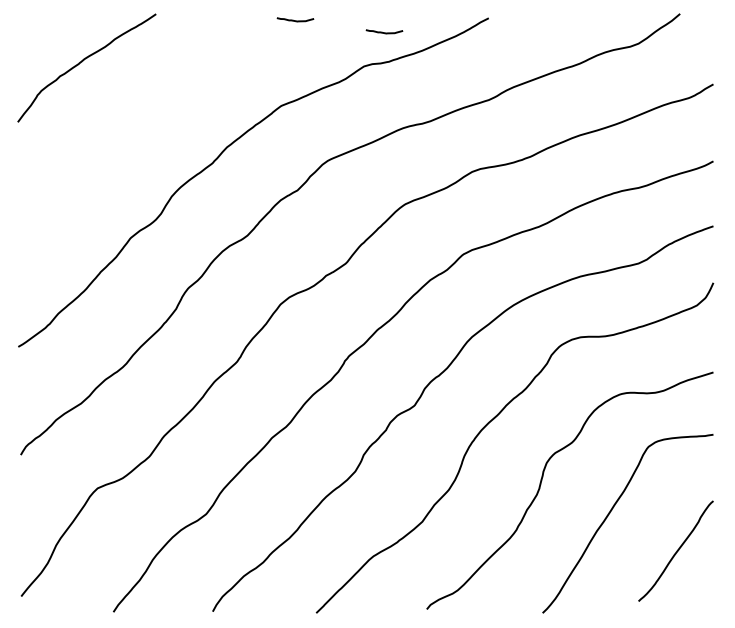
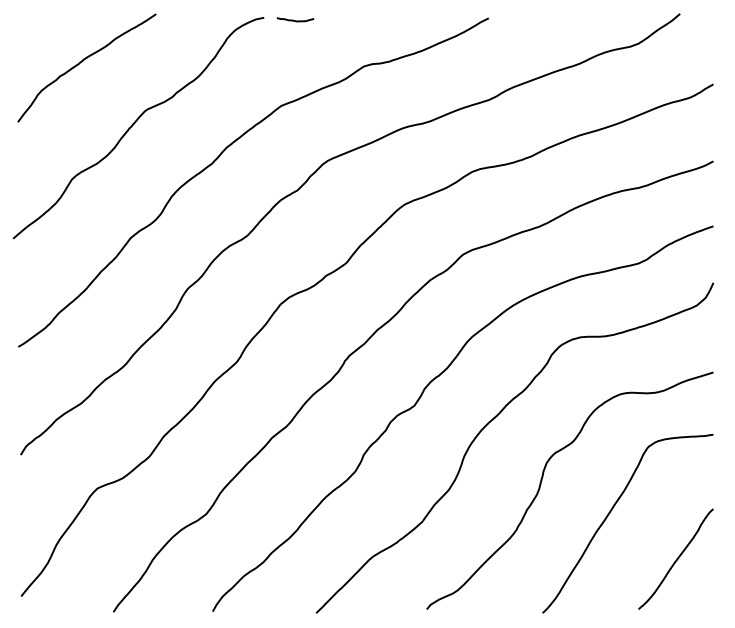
curve at (384, 32): present -> none
curve at (134, 124): none -> present
curve at (676, 550) position: (676, 550) -> (676, 558)
